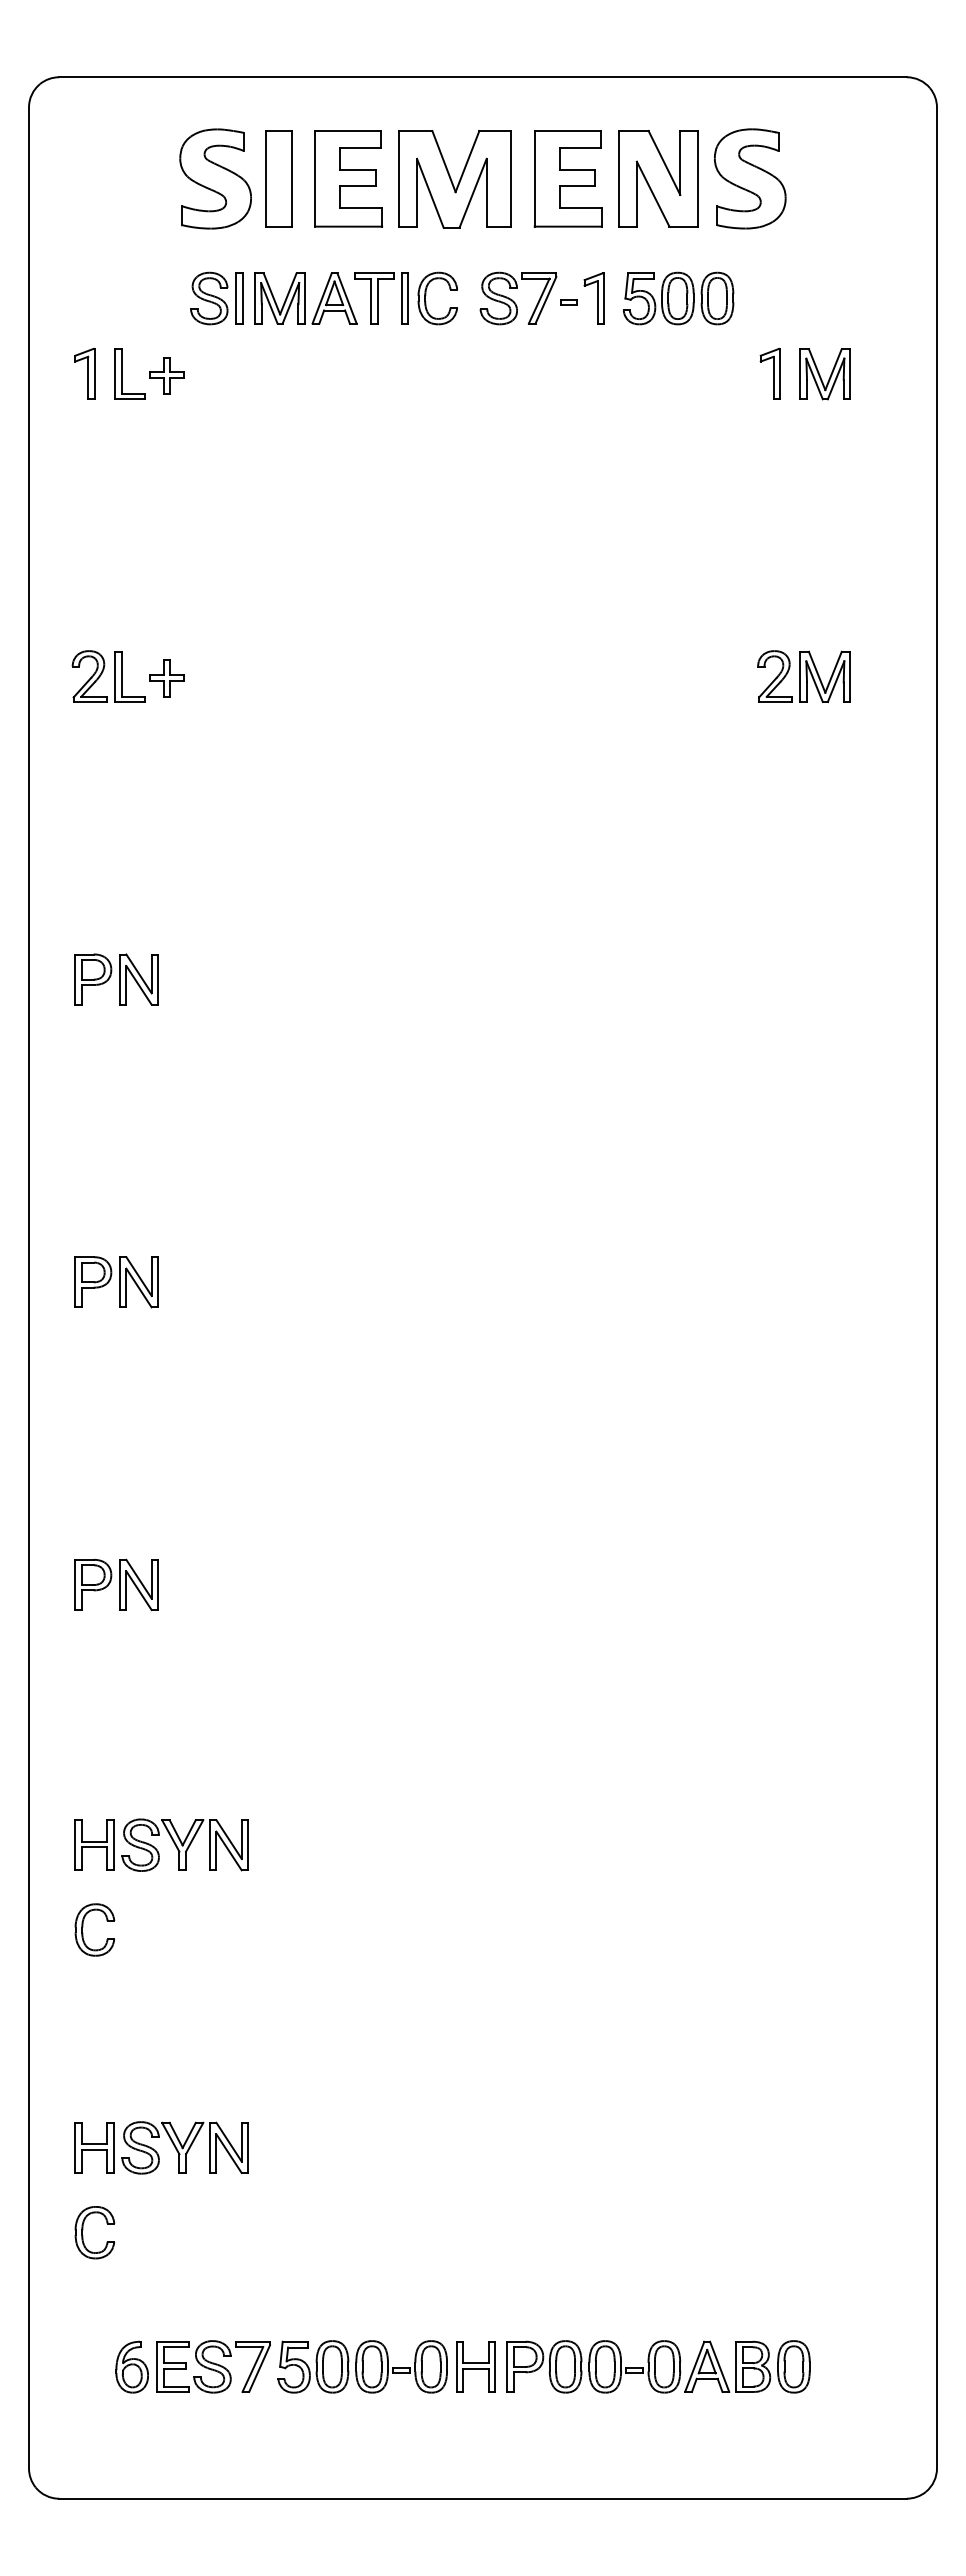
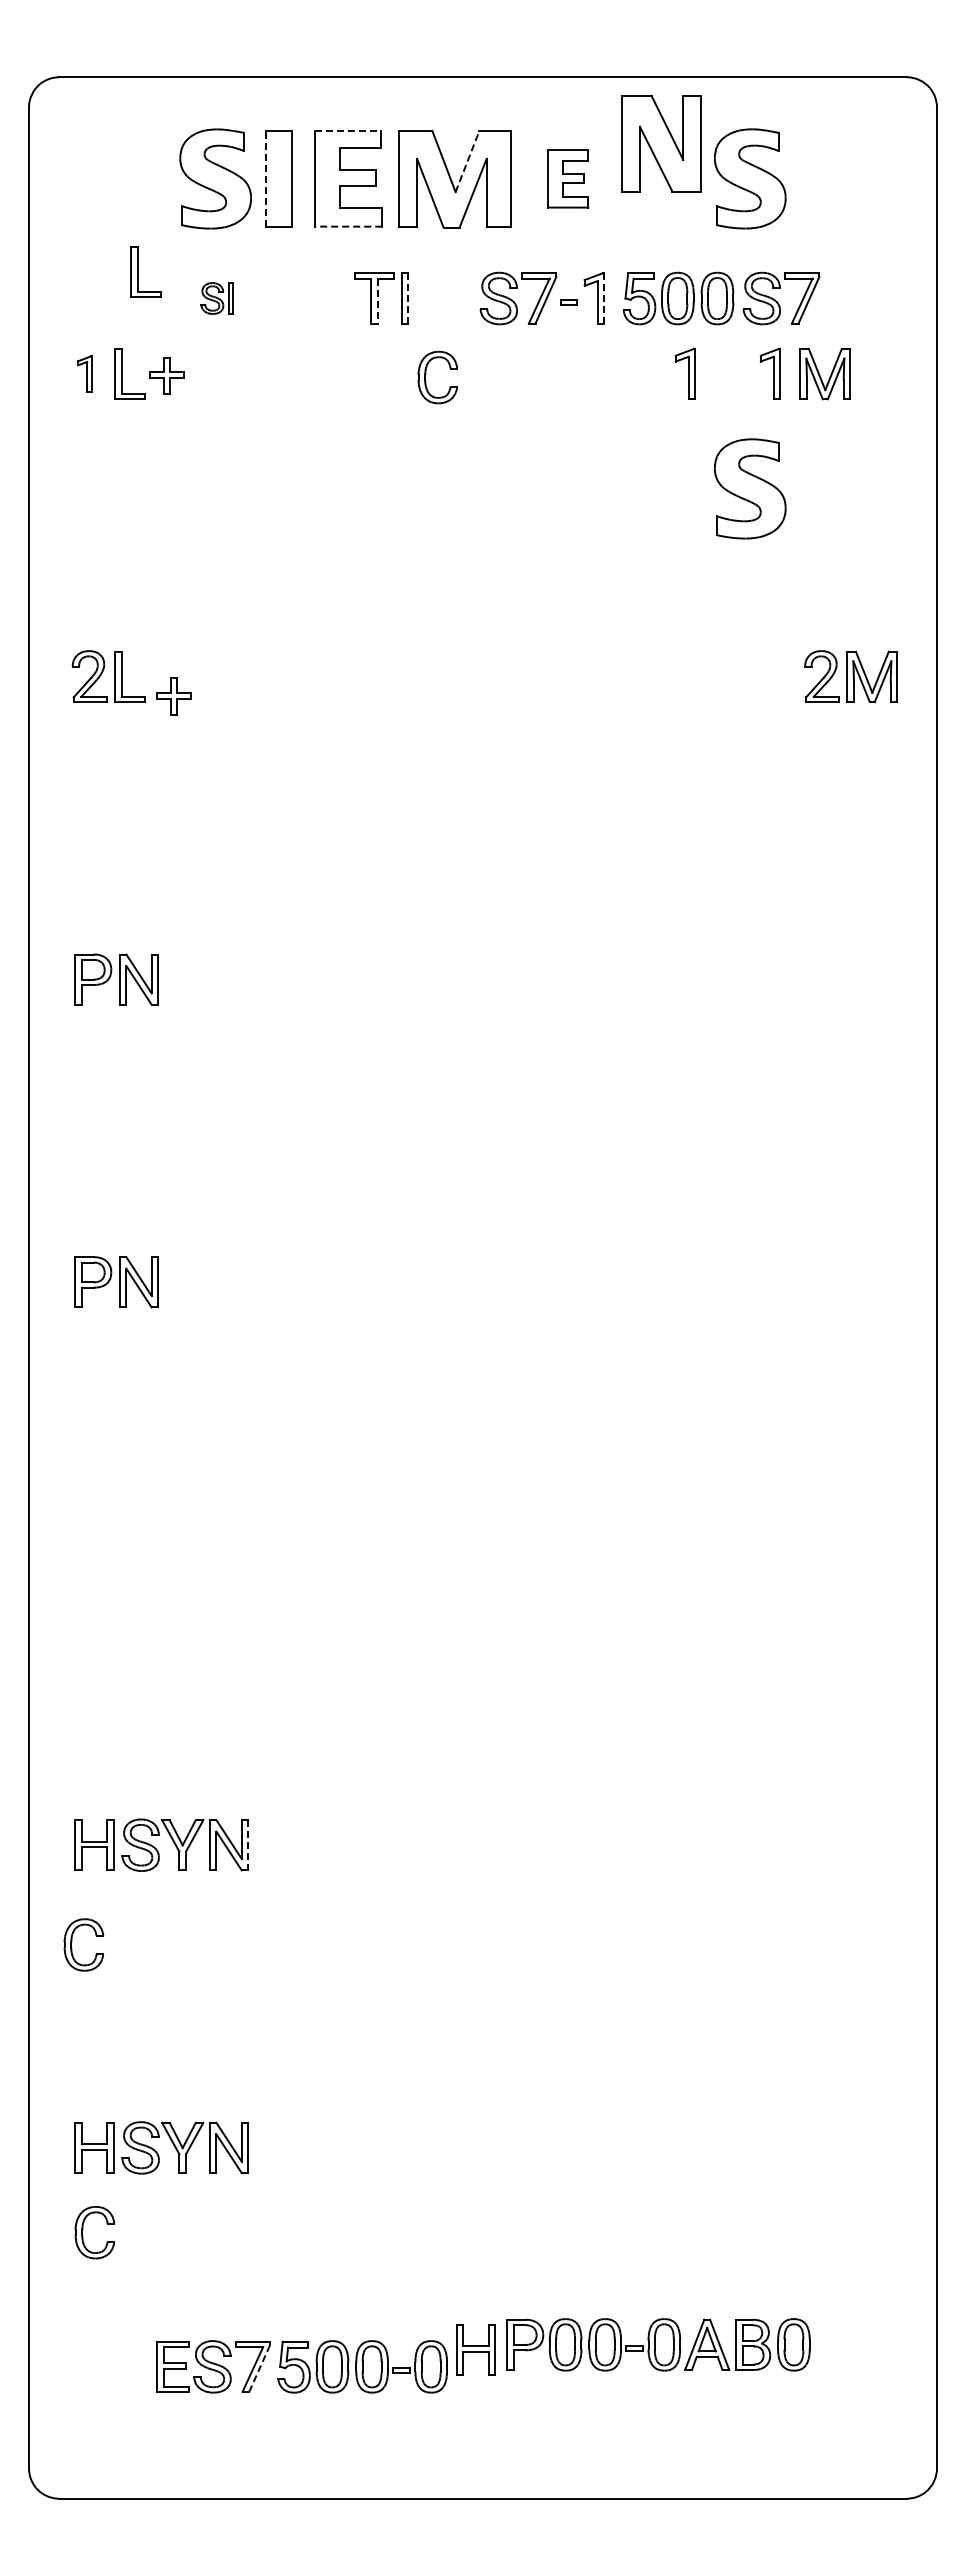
line at (348, 131): solid -> dashed
line at (467, 161): solid -> dashed
line at (265, 178): solid -> dashed
part at (567, 178) size: 70x98 px -> 43x60 px
part at (658, 178) position: (658, 178) -> (661, 143)
line at (348, 226): solid -> dashed
part at (138, 271): none -> present
part at (426, 295) position: (426, 295) -> (426, 374)
part at (216, 298) size: 54x55 px -> 34x33 px
part at (305, 298): present -> none
line at (603, 298): solid -> dashed
part at (781, 298): none -> present
line at (408, 299): solid -> dashed
line at (377, 301): solid -> dashed
part at (84, 373) size: 22x52 px -> 16x38 px
part at (684, 373): none -> present
part at (750, 488): none -> present
part at (803, 676) position: (803, 676) -> (850, 676)
part at (166, 678) position: (166, 678) -> (173, 696)
part at (116, 1584): present -> none
line at (248, 1845): solid -> dashed
part at (83, 1927) position: (83, 1927) -> (72, 1942)
part at (131, 2366): present -> none
part at (475, 2366) position: (475, 2366) -> (475, 2349)
part at (658, 2366) position: (658, 2366) -> (658, 2344)
line at (259, 2369): solid -> dashed
